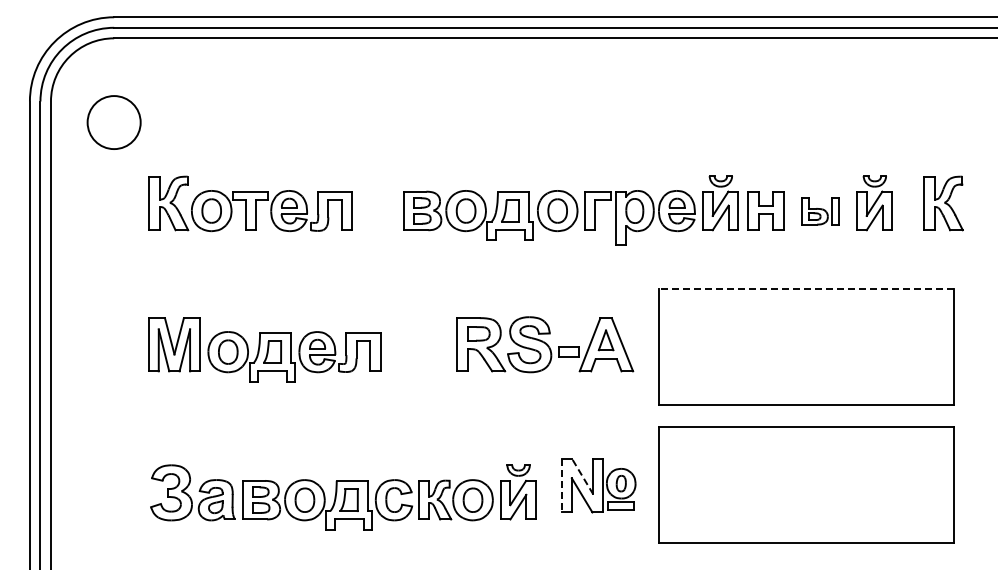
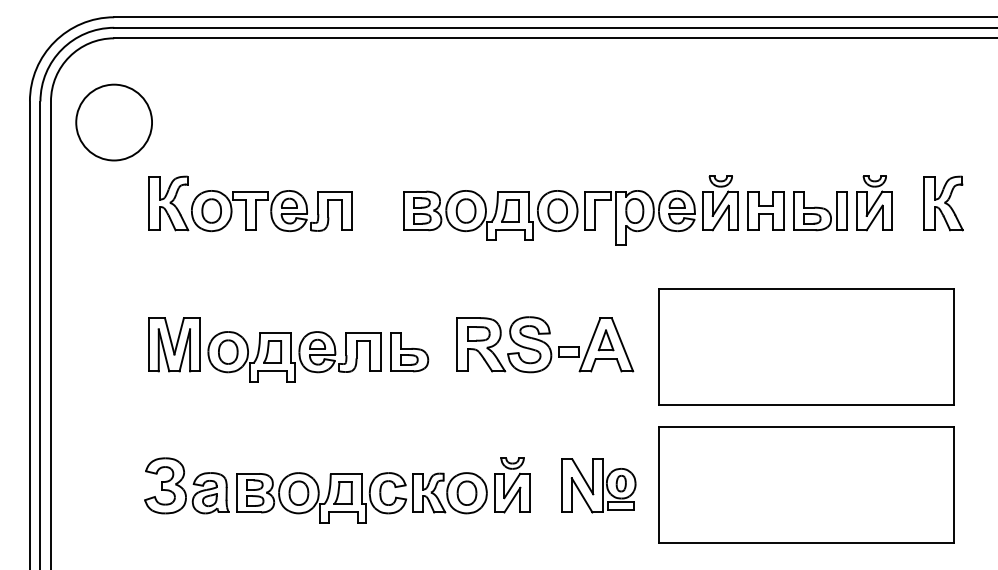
circle at (113, 122) diameter: 53 px -> 76 px
part at (820, 211) size: 39x29 px -> 55x41 px
line at (805, 288): dashed -> solid
part at (409, 352): none -> present
line at (582, 476): dashed -> solid
line at (561, 485): dashed -> solid
part at (343, 497) position: (343, 497) -> (337, 490)
